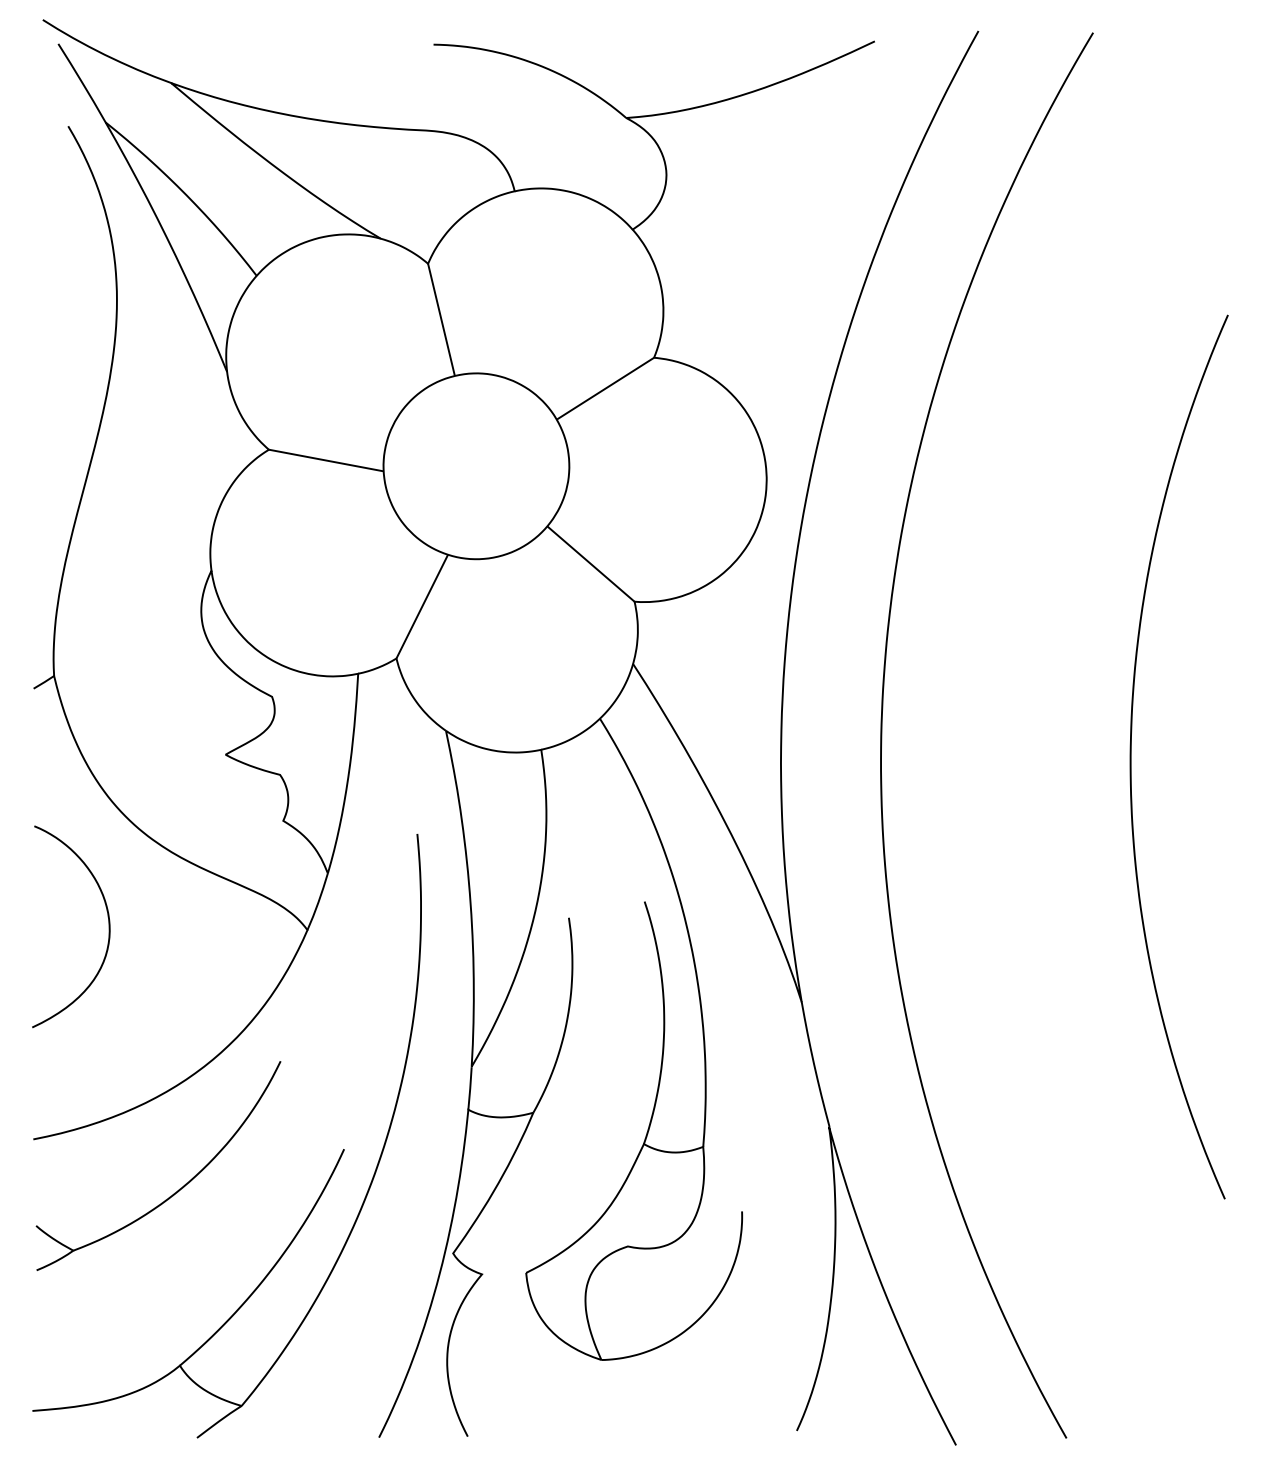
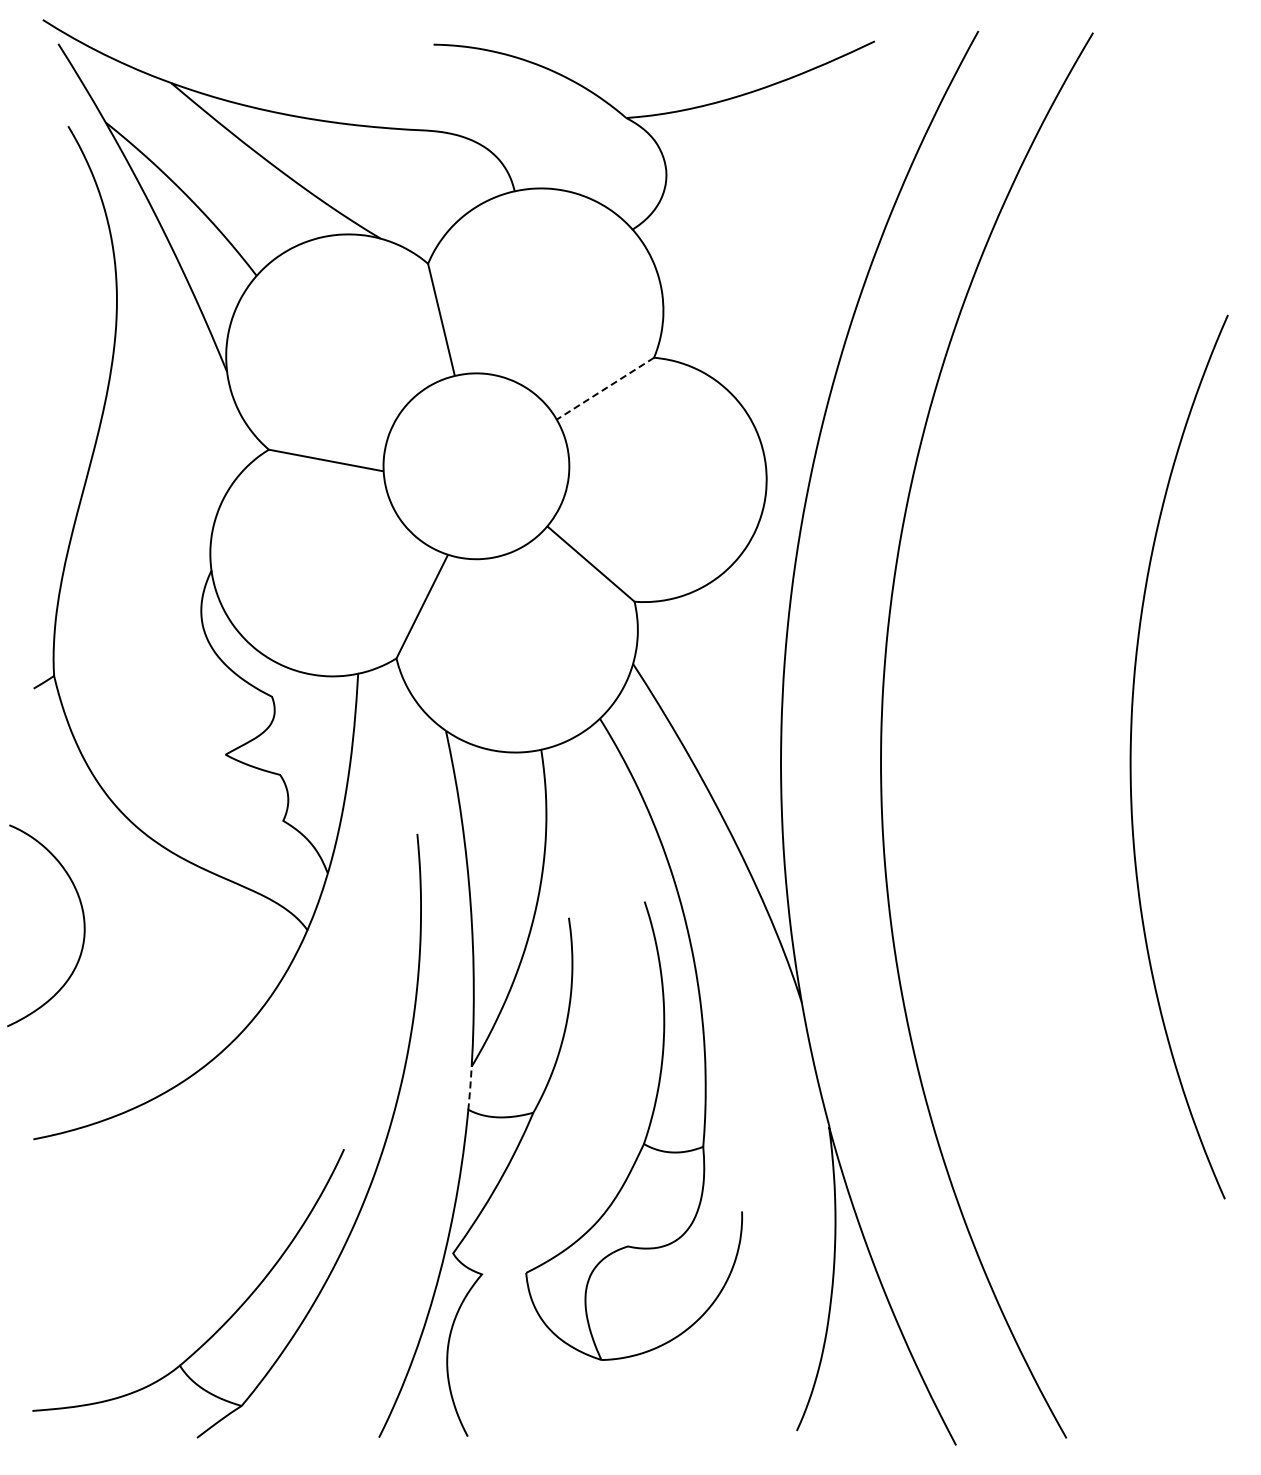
line at (605, 388): solid -> dashed
curve at (108, 926) position: (108, 926) -> (83, 925)
line at (470, 1088): solid -> dashed
part at (179, 1188): present -> none
